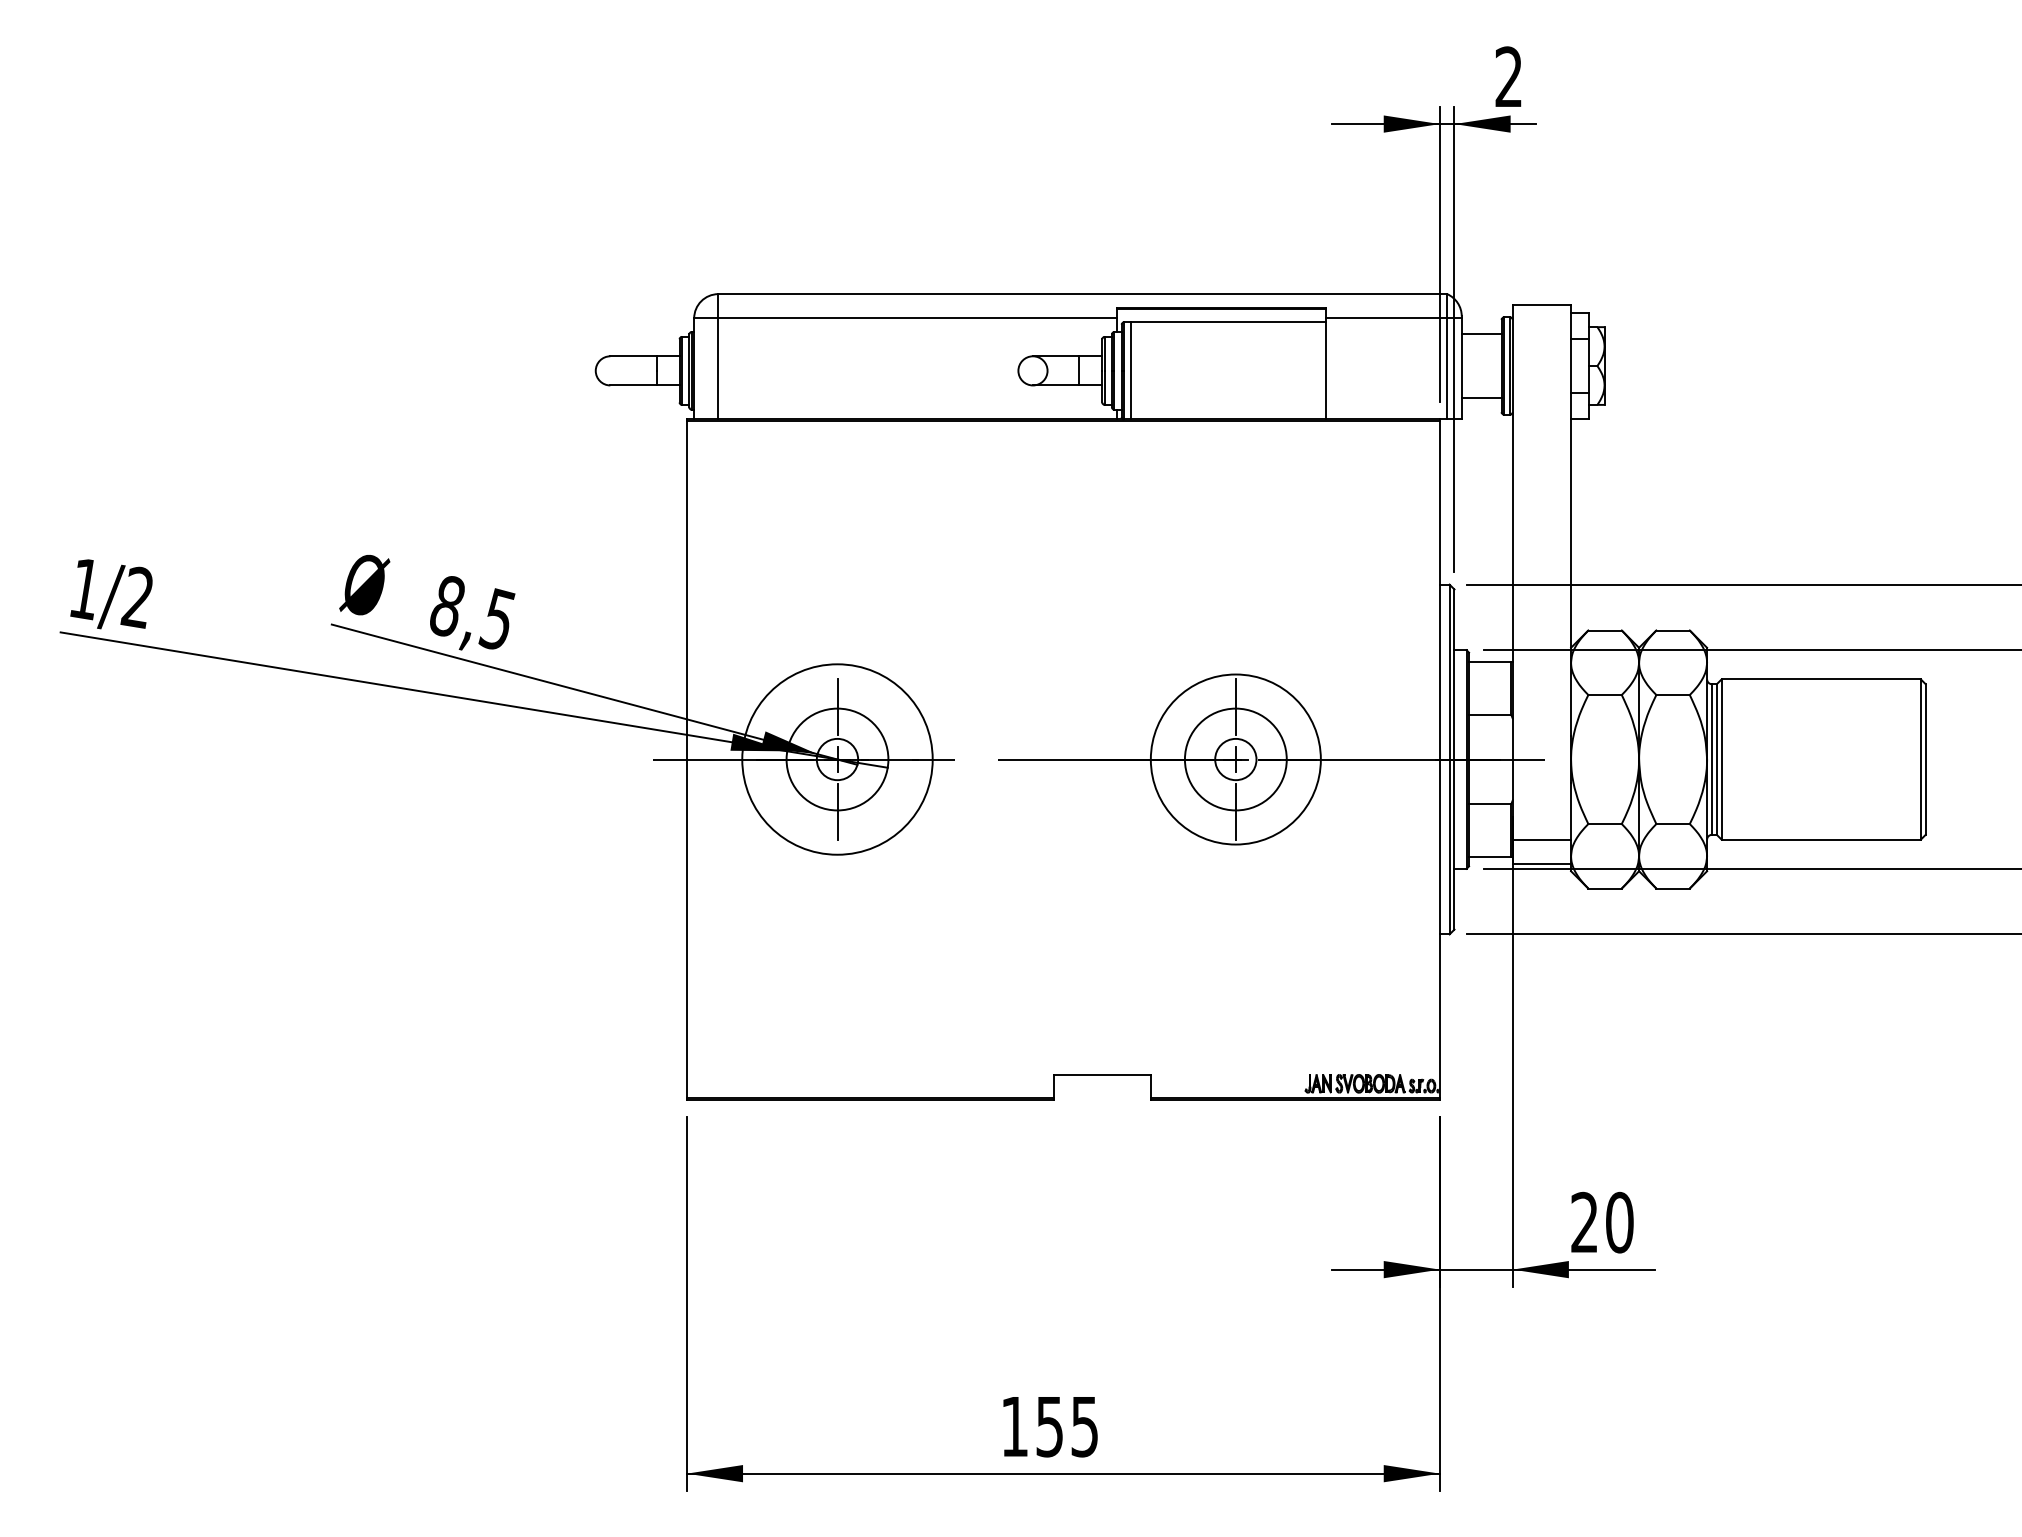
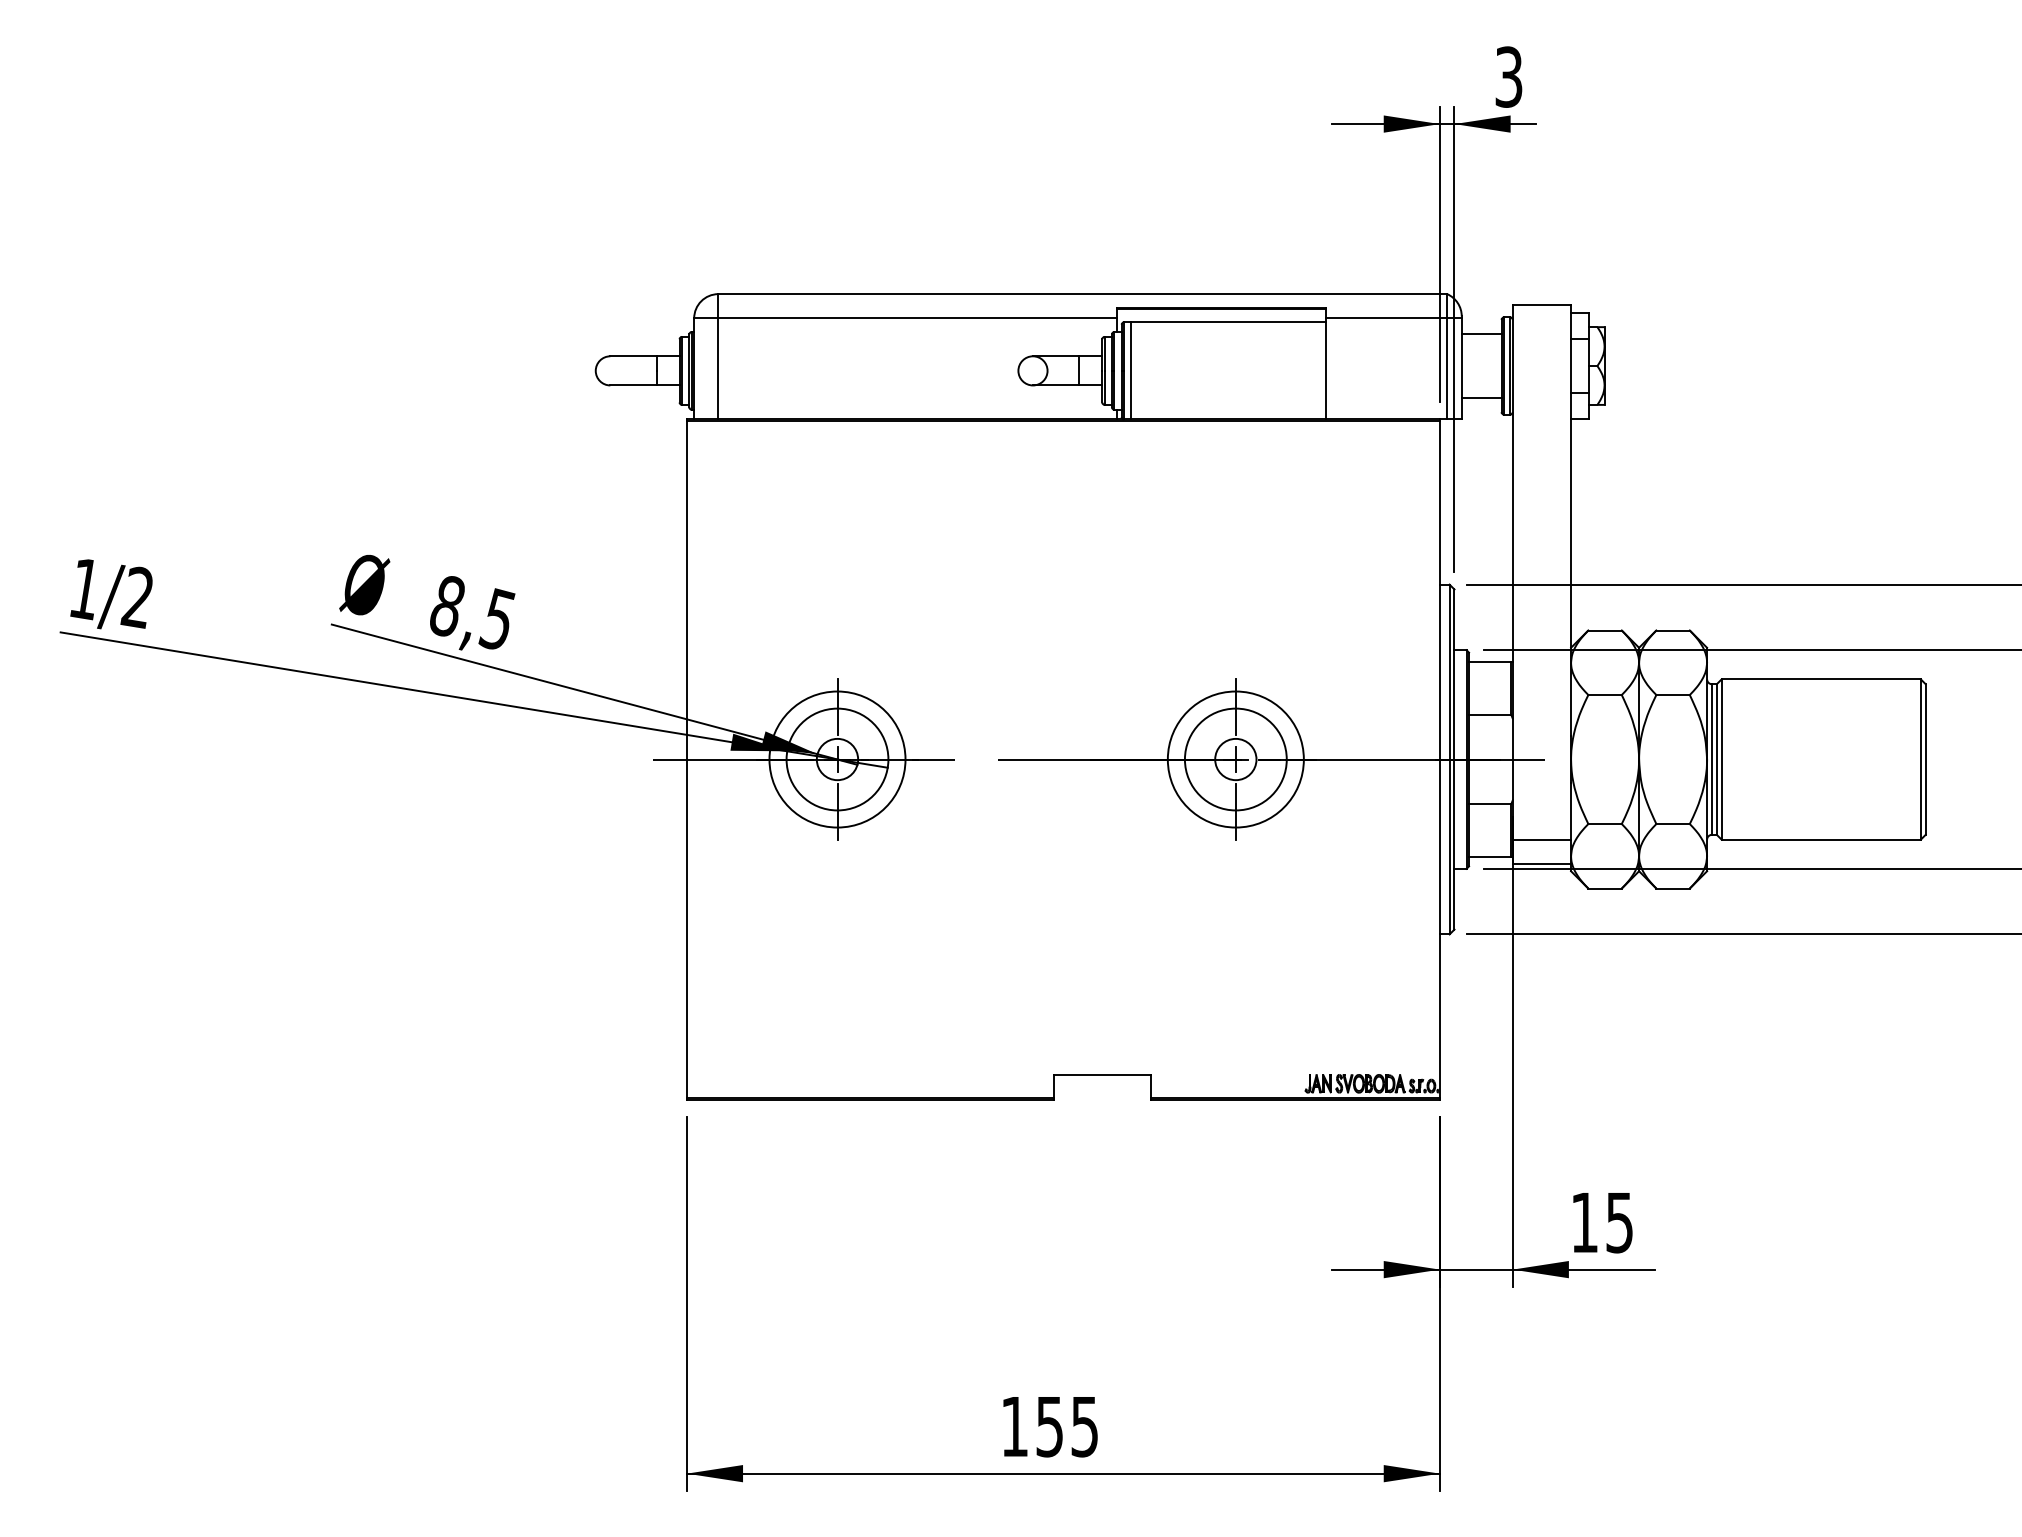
text at (1508, 76): 2 -> 3
circle at (837, 759) diameter: 190 px -> 136 px
circle at (1235, 759) diameter: 170 px -> 136 px
text at (1602, 1222): 20 -> 15
